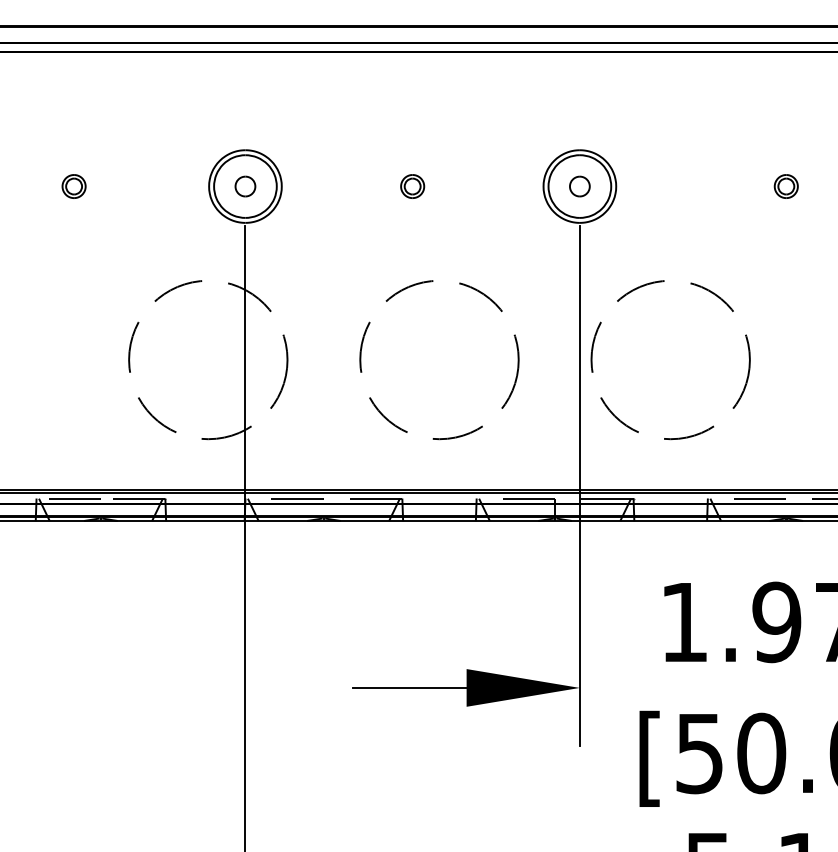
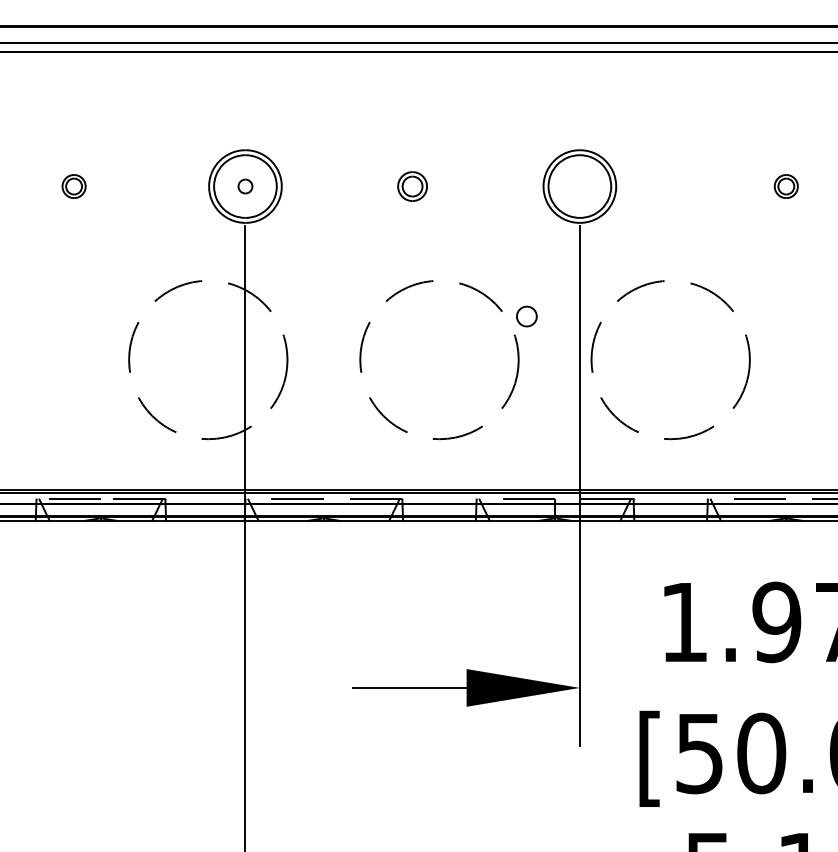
part at (245, 186) size: 23x23 px -> 17x17 px
part at (412, 186) size: 26x25 px -> 31x31 px
part at (579, 186) position: (579, 186) -> (526, 316)
